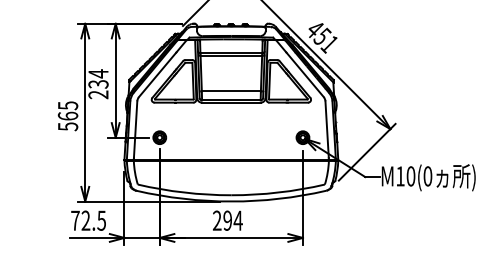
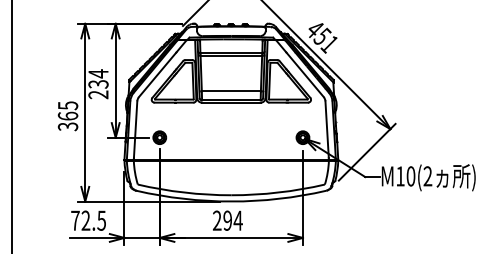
line at (12, 126): none -> present
text at (67, 126): 565 -> 365
text at (427, 176): M10(0 -> M10(2
